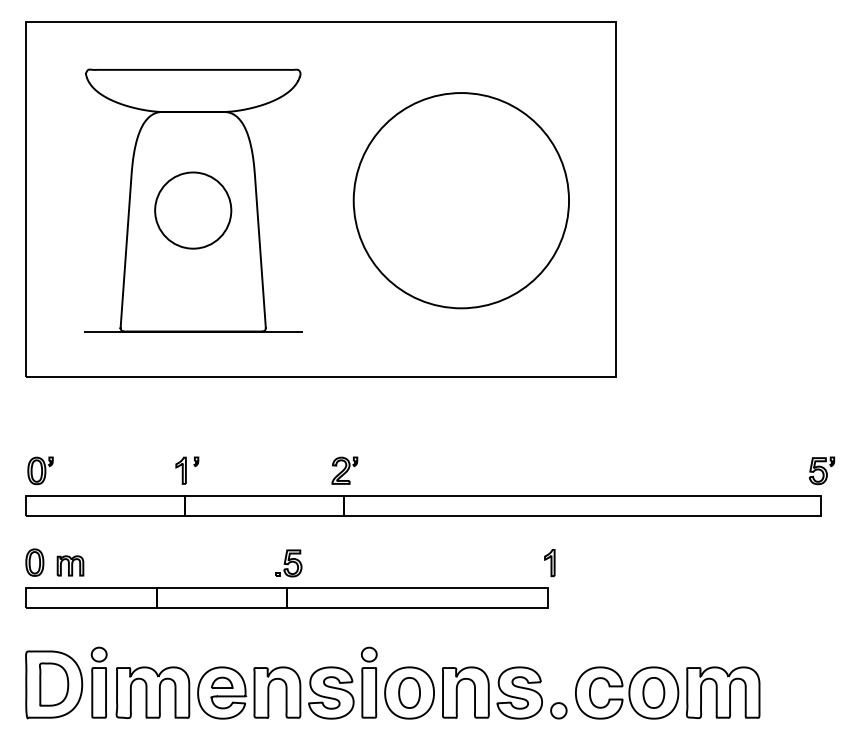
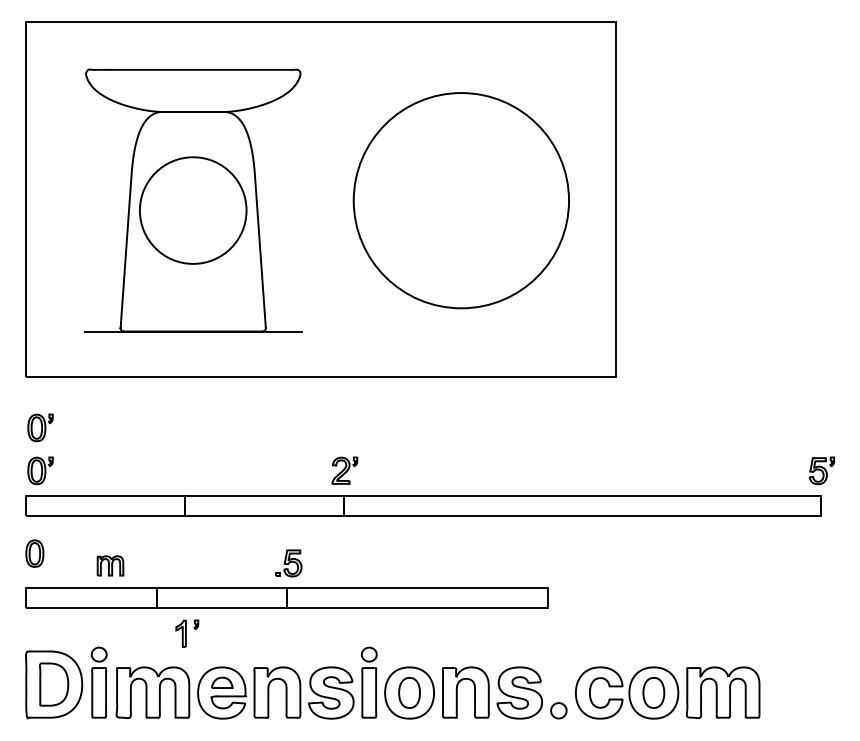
circle at (193, 210) diameter: 76 px -> 107 px
part at (40, 427): none -> present
part at (187, 470) position: (187, 470) -> (187, 633)
part at (34, 562) position: (34, 562) -> (34, 553)
part at (549, 563): present -> none
part at (70, 565) position: (70, 565) -> (110, 565)
